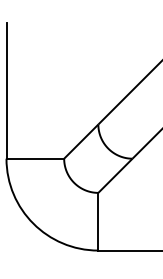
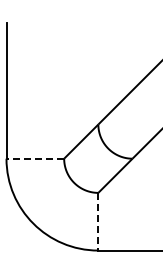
line at (35, 158): solid -> dashed
line at (98, 221): solid -> dashed
